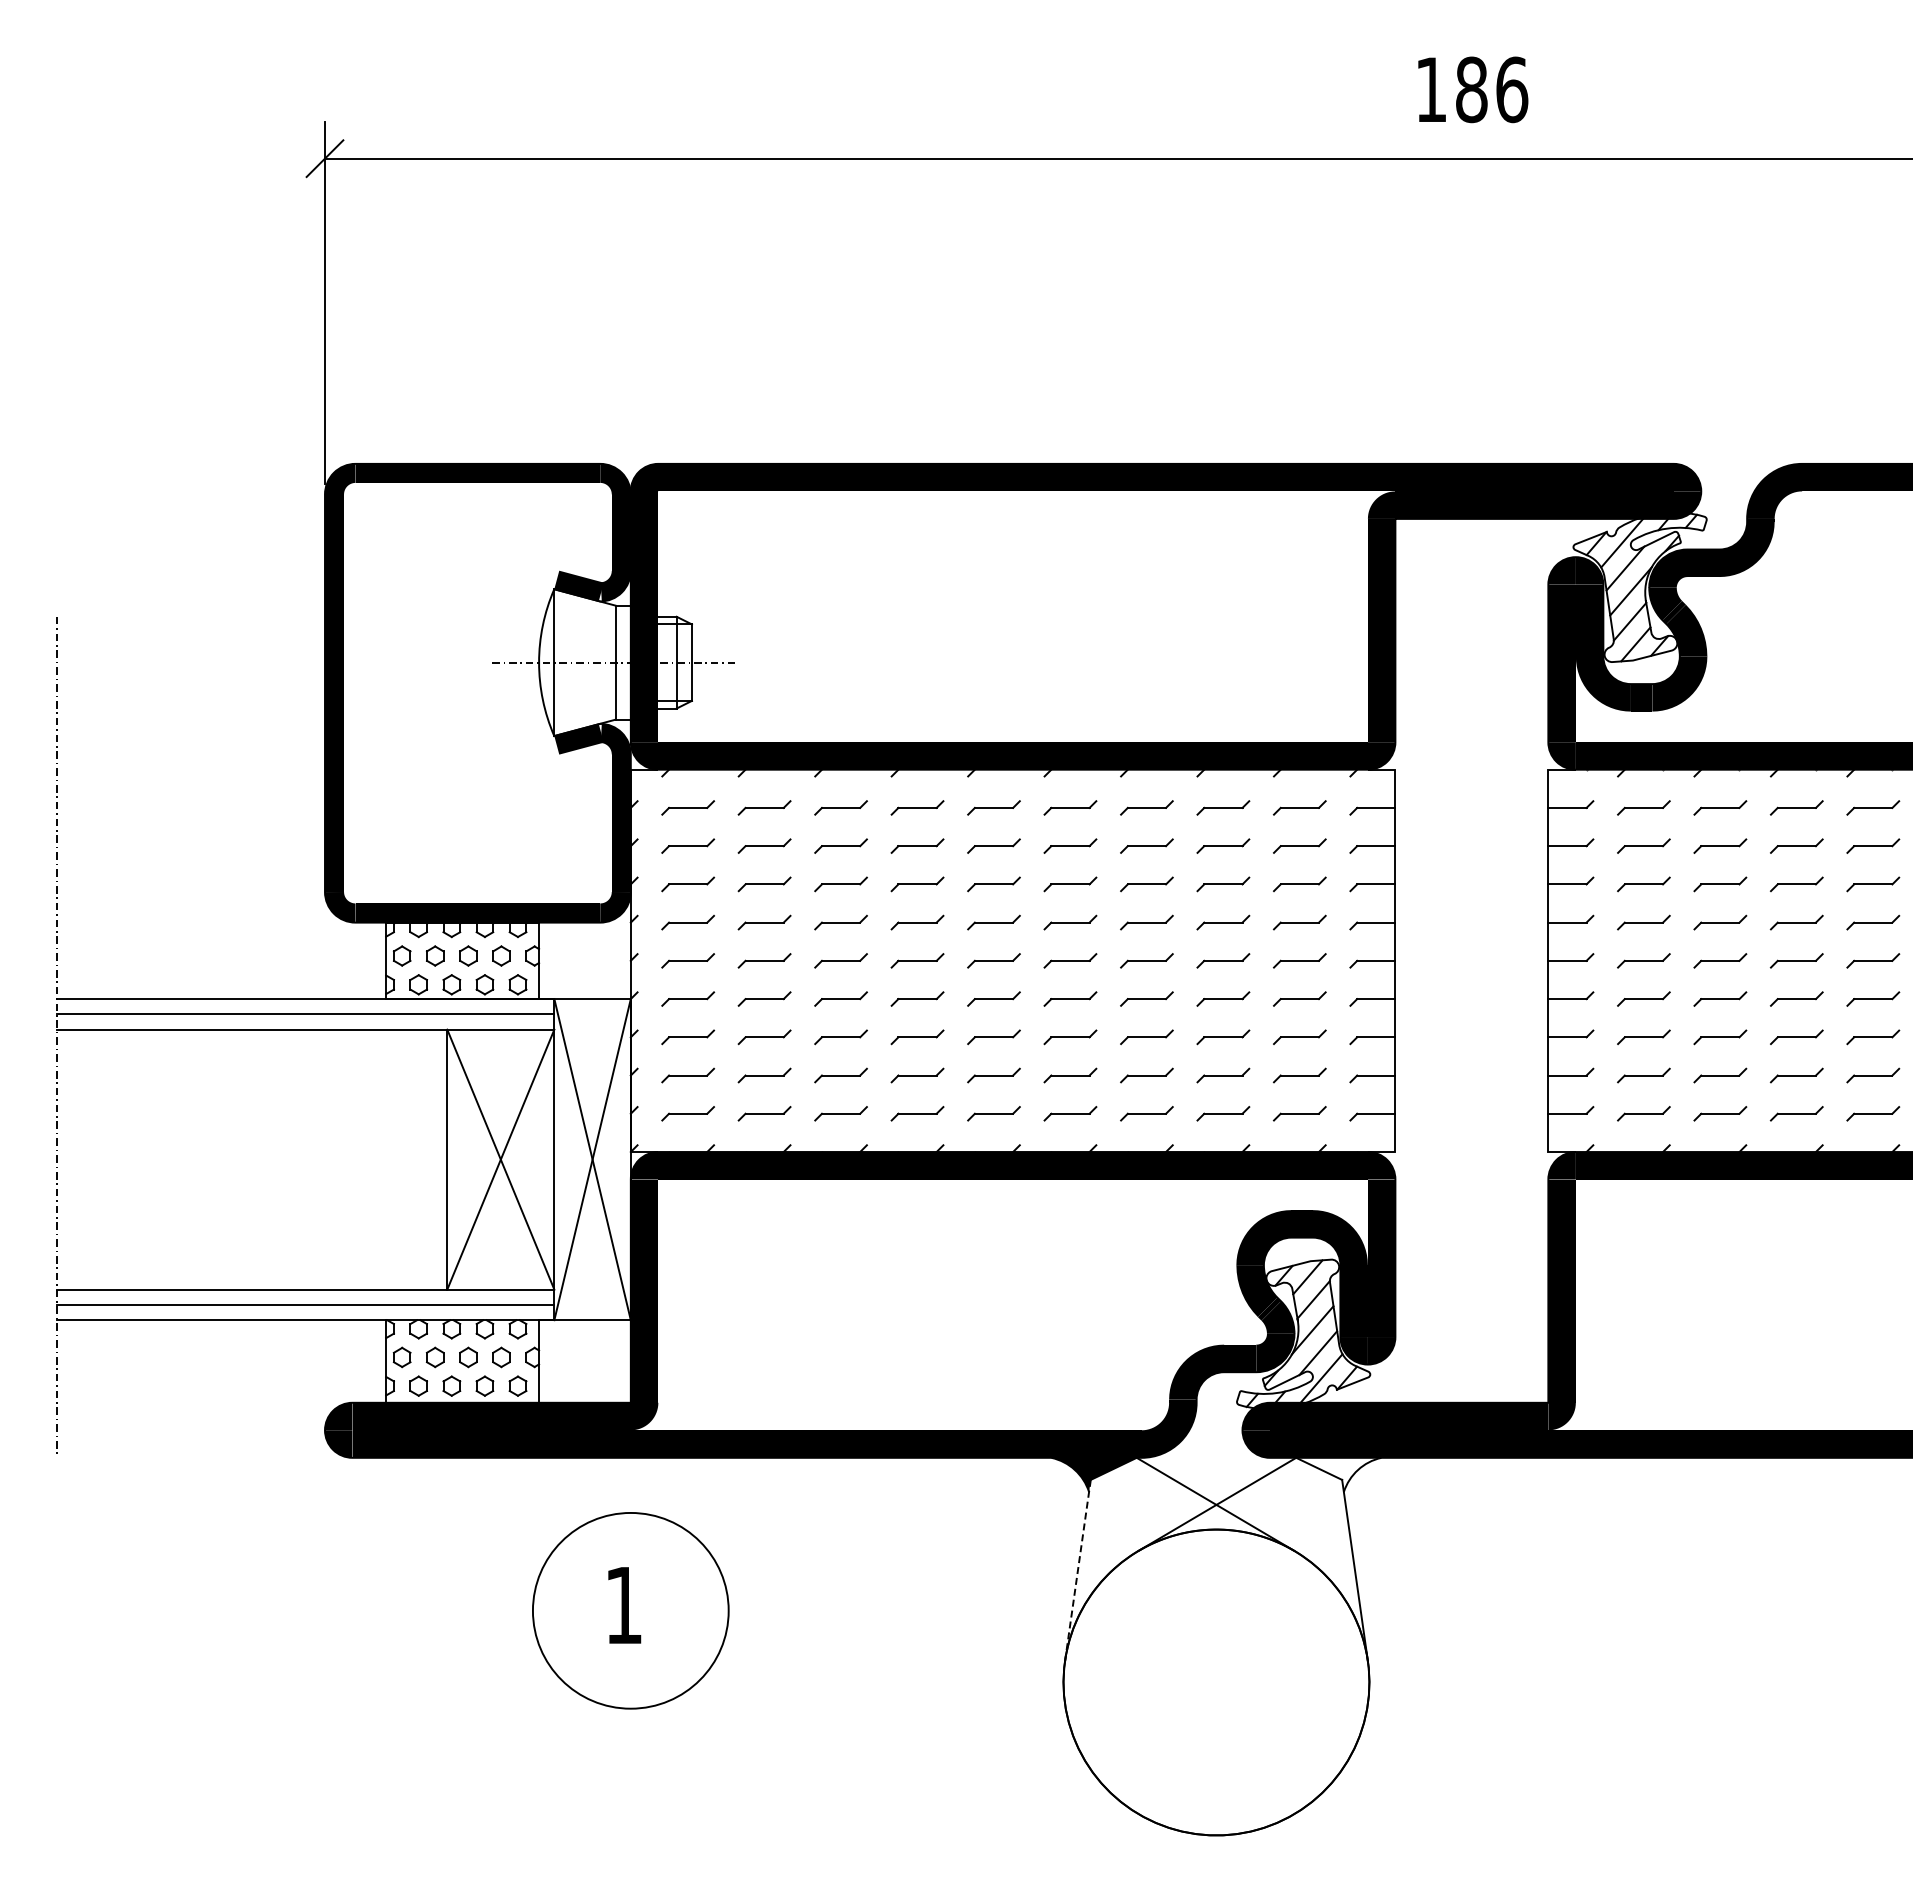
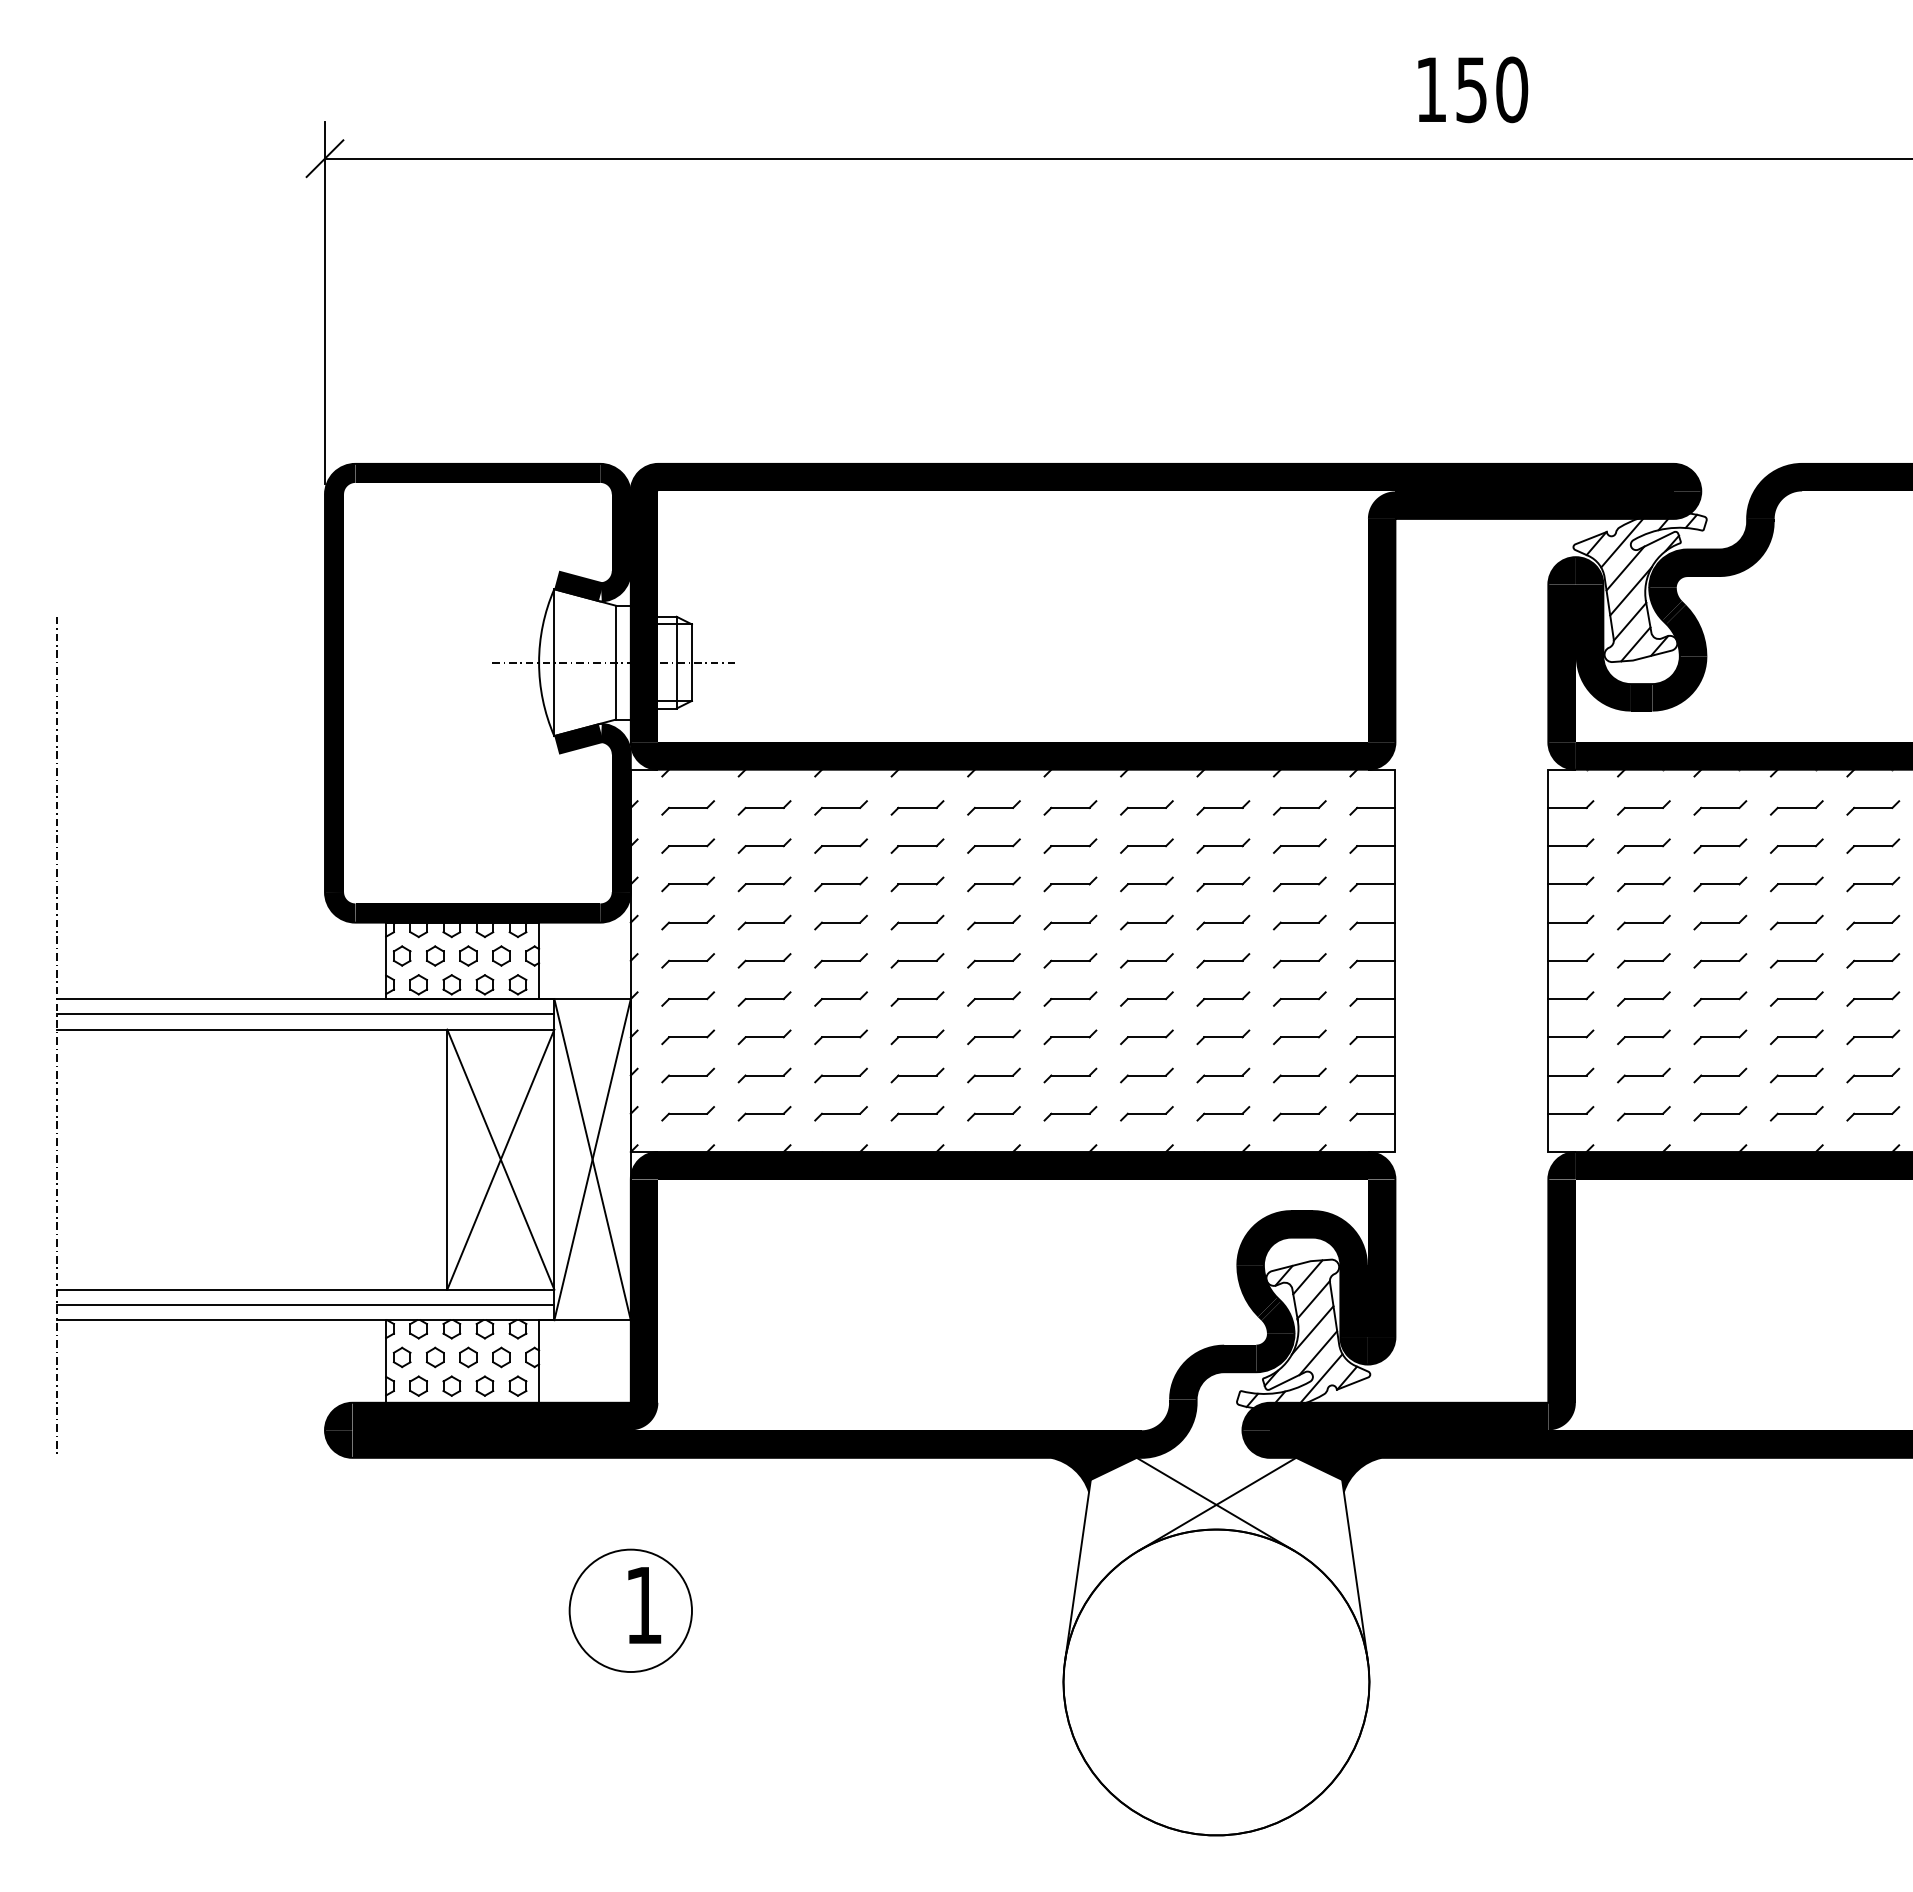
text at (1492, 89): 186 -> 150
fill at (1338, 1474): none -> present
line at (1077, 1570): dashed -> solid
text at (624, 1605) position: (624, 1605) -> (644, 1605)
circle at (630, 1610) diameter: 196 px -> 122 px
